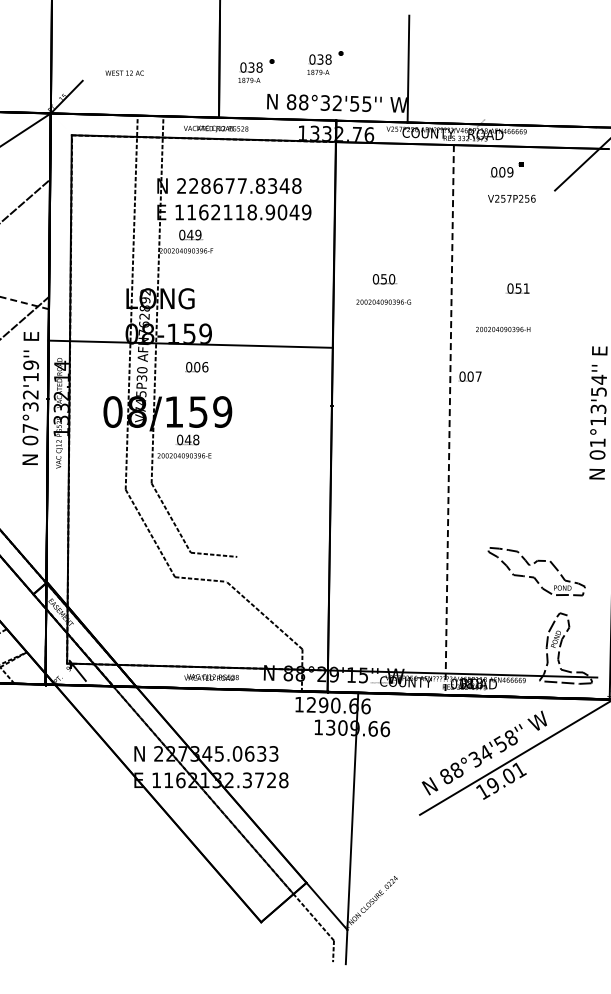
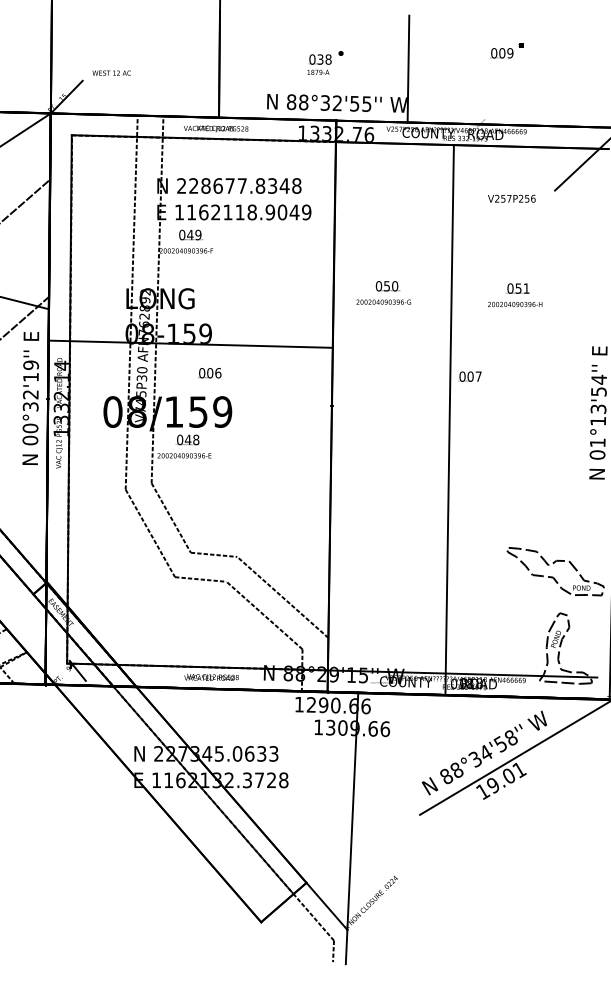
part at (256, 70): present -> none
text at (124, 72) position: (124, 72) -> (111, 72)
part at (506, 169) position: (506, 169) -> (506, 50)
text at (384, 279) position: (384, 279) -> (387, 286)
line at (24, 303): dashed -> solid
text at (503, 329) position: (503, 329) -> (515, 304)
text at (196, 367) position: (196, 367) -> (209, 373)
line at (449, 420): dashed -> solid
text at (30, 428): 07°32'19'' -> 00°32'19''
part at (536, 571) position: (536, 571) -> (555, 571)
line at (282, 596): none -> present
